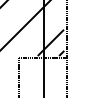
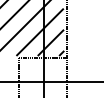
line at (14, 14): none -> present
line at (40, 32): none -> present
line at (51, 82): none -> present
